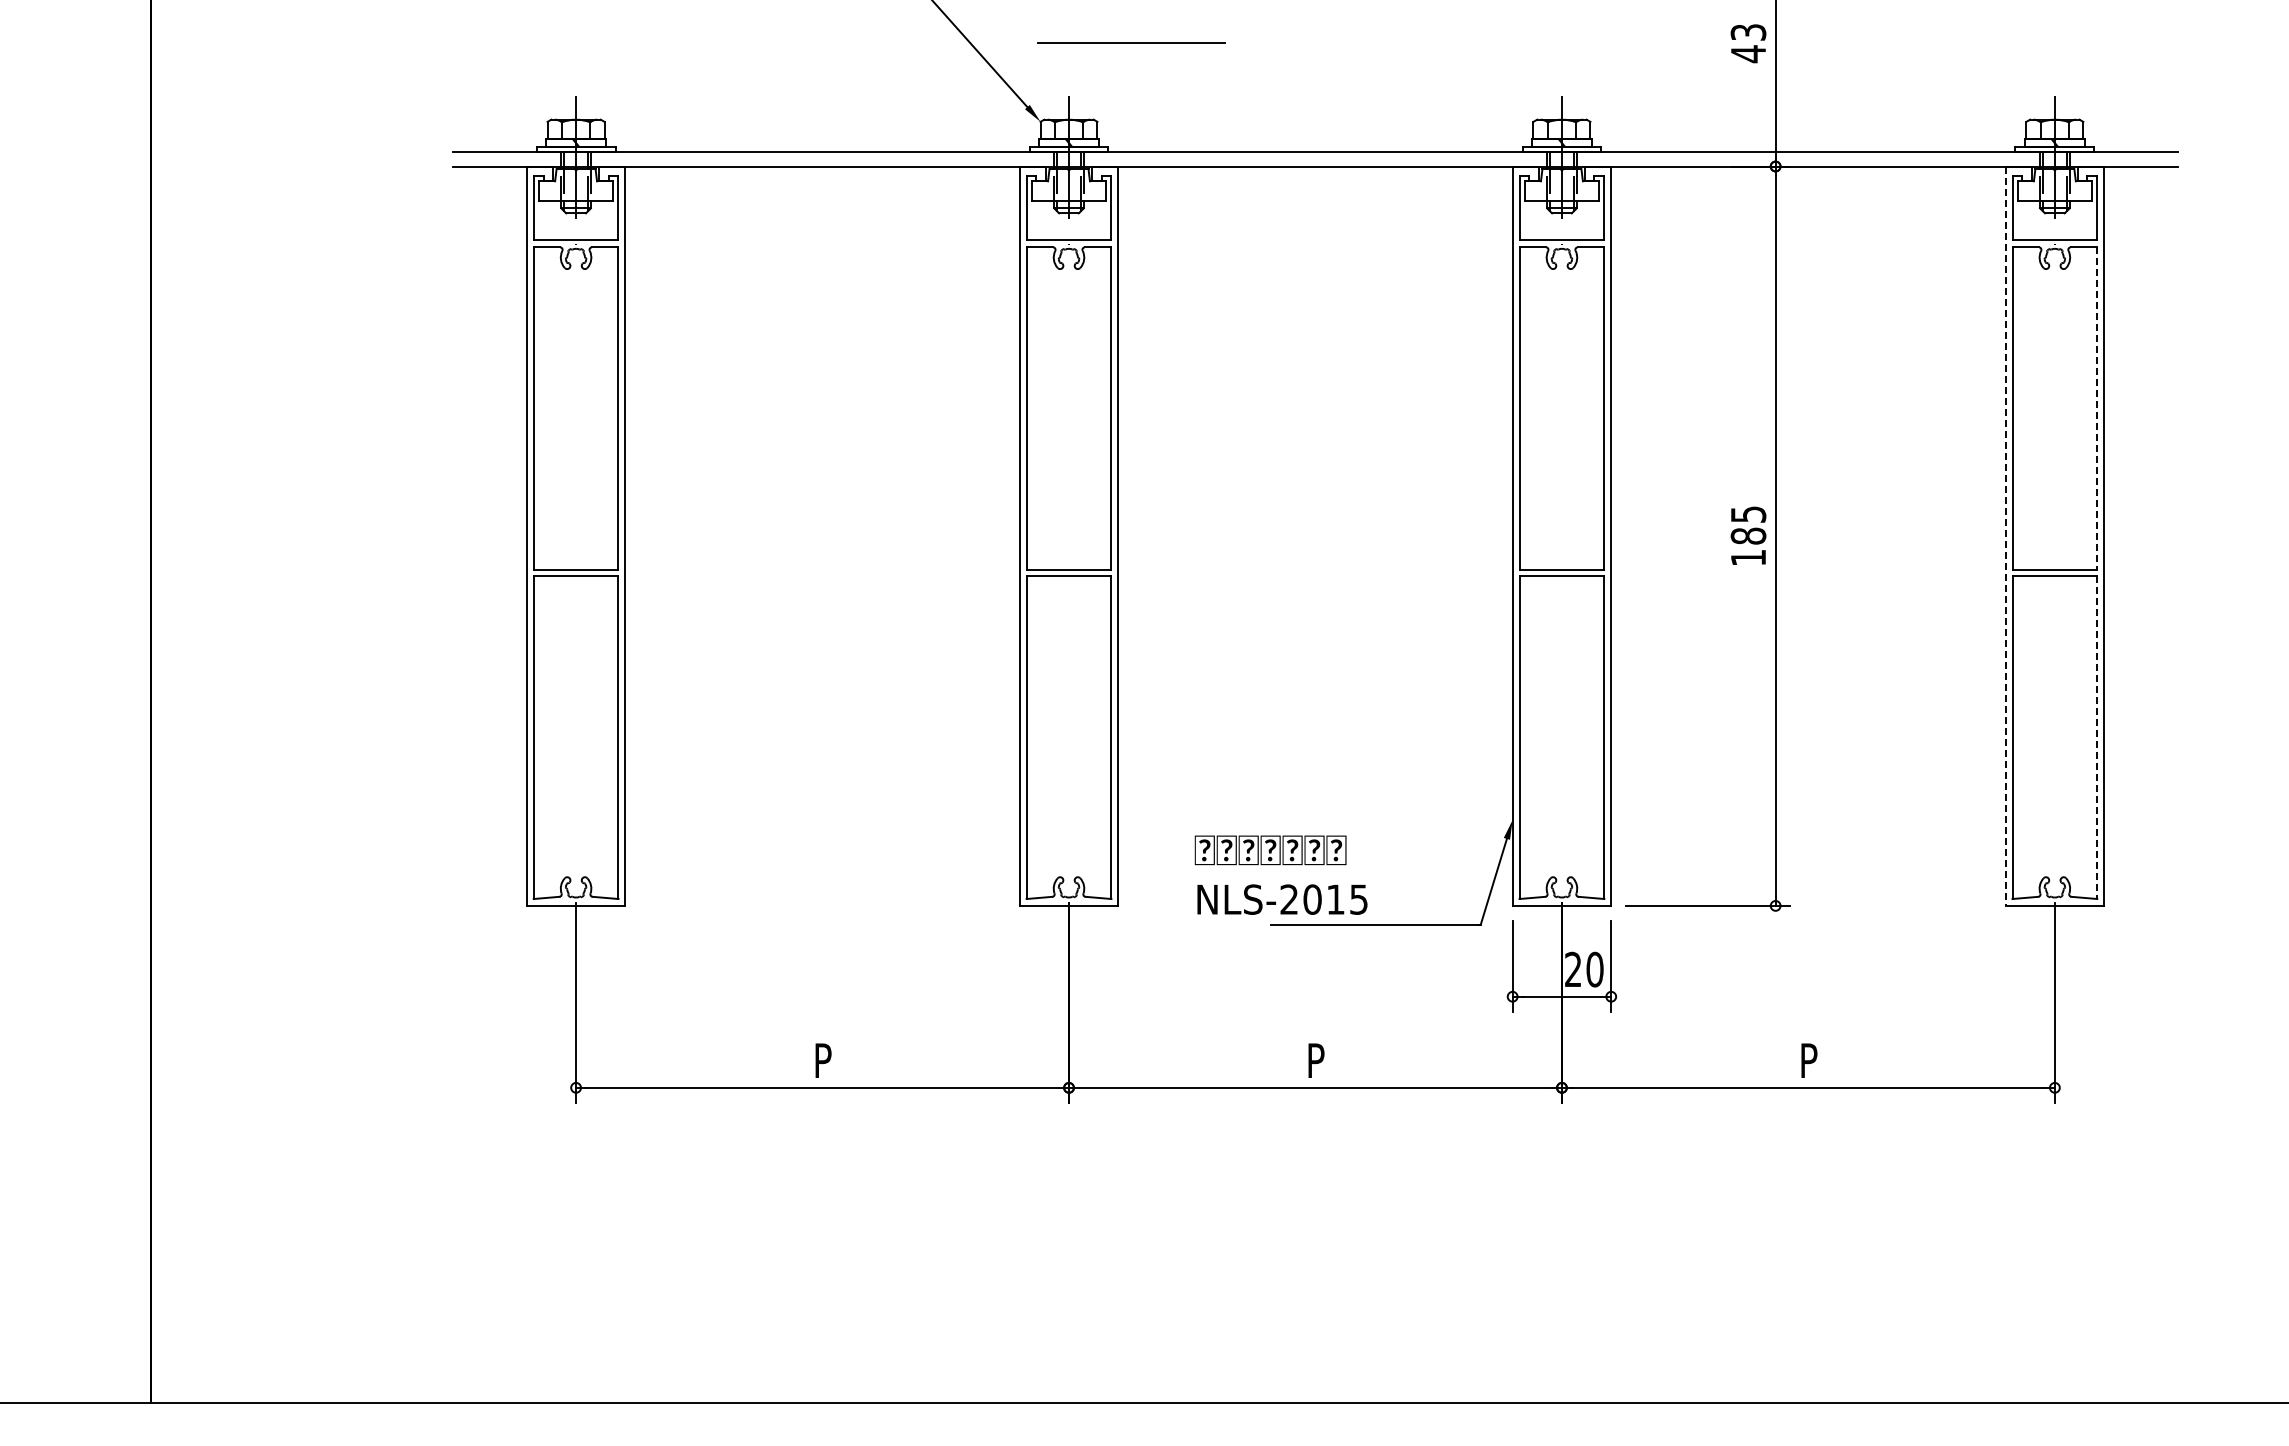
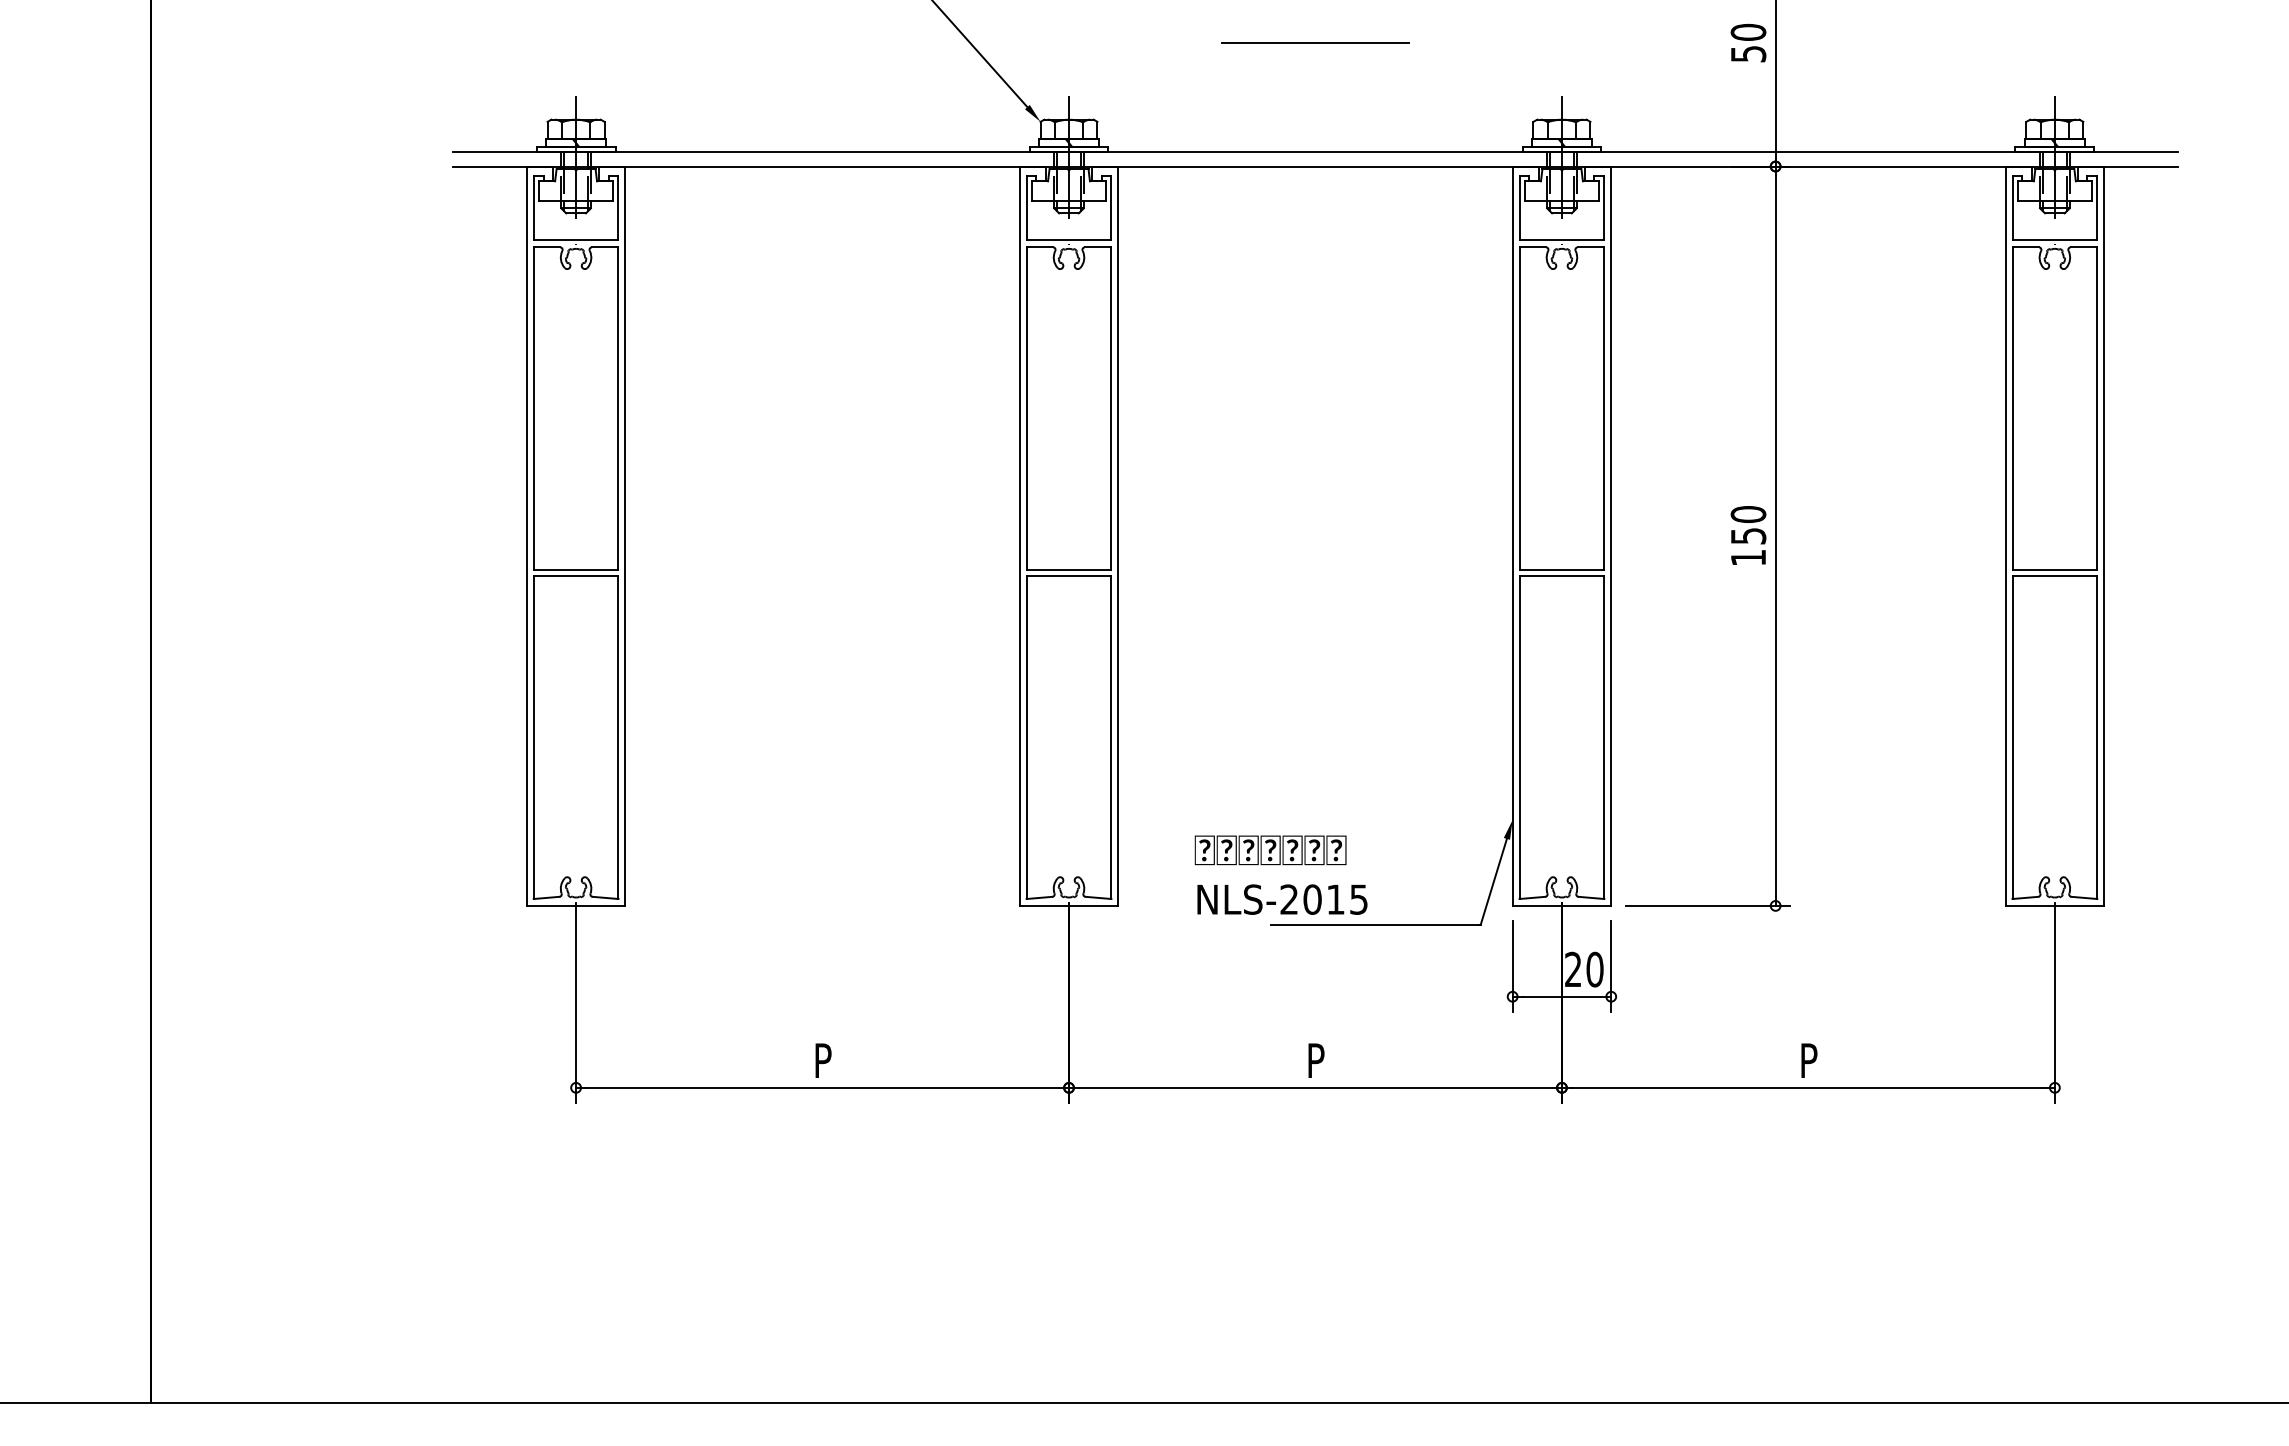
line at (1131, 42) position: (1131, 42) -> (1315, 42)
text at (1748, 43): 43 -> 50
line at (2097, 409): dashed -> solid
text at (1748, 525): 185 -> 150
line at (2005, 536): dashed -> solid
line at (2097, 738): dashed -> solid
